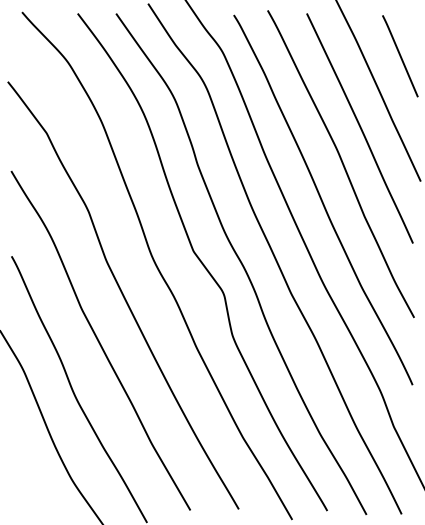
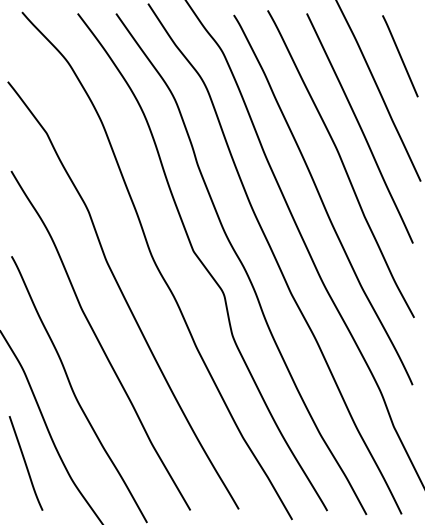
curve at (25, 463): none -> present
